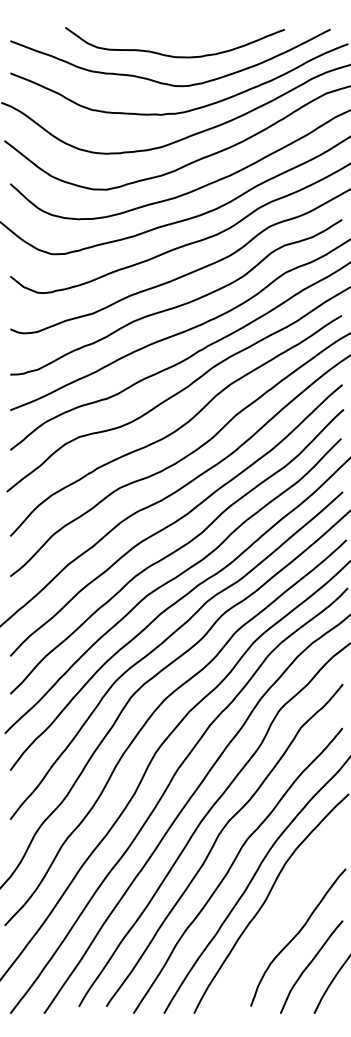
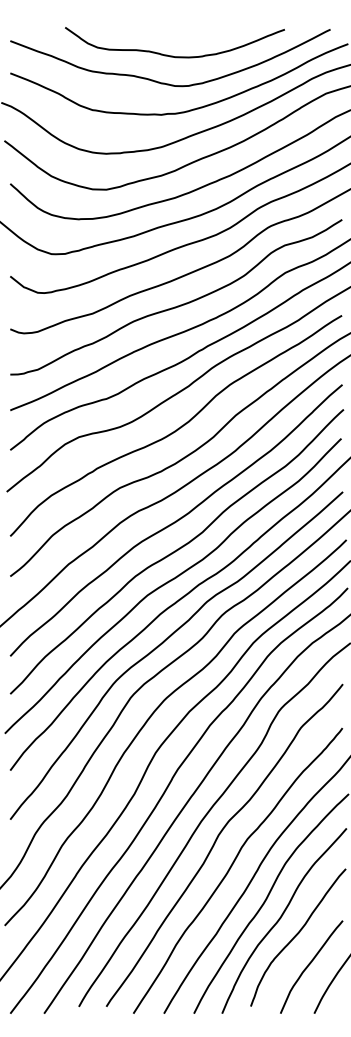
curve at (281, 918): none -> present
